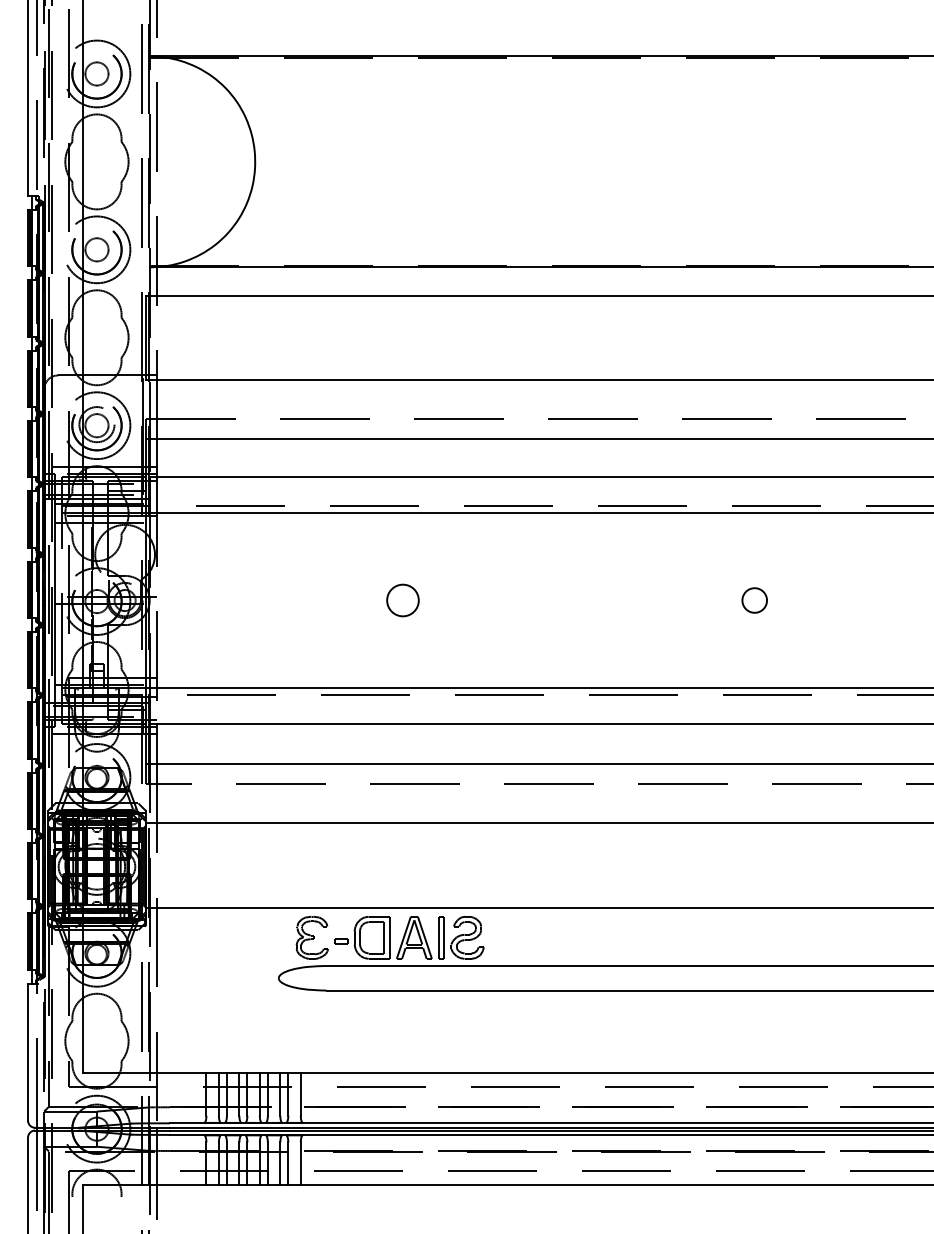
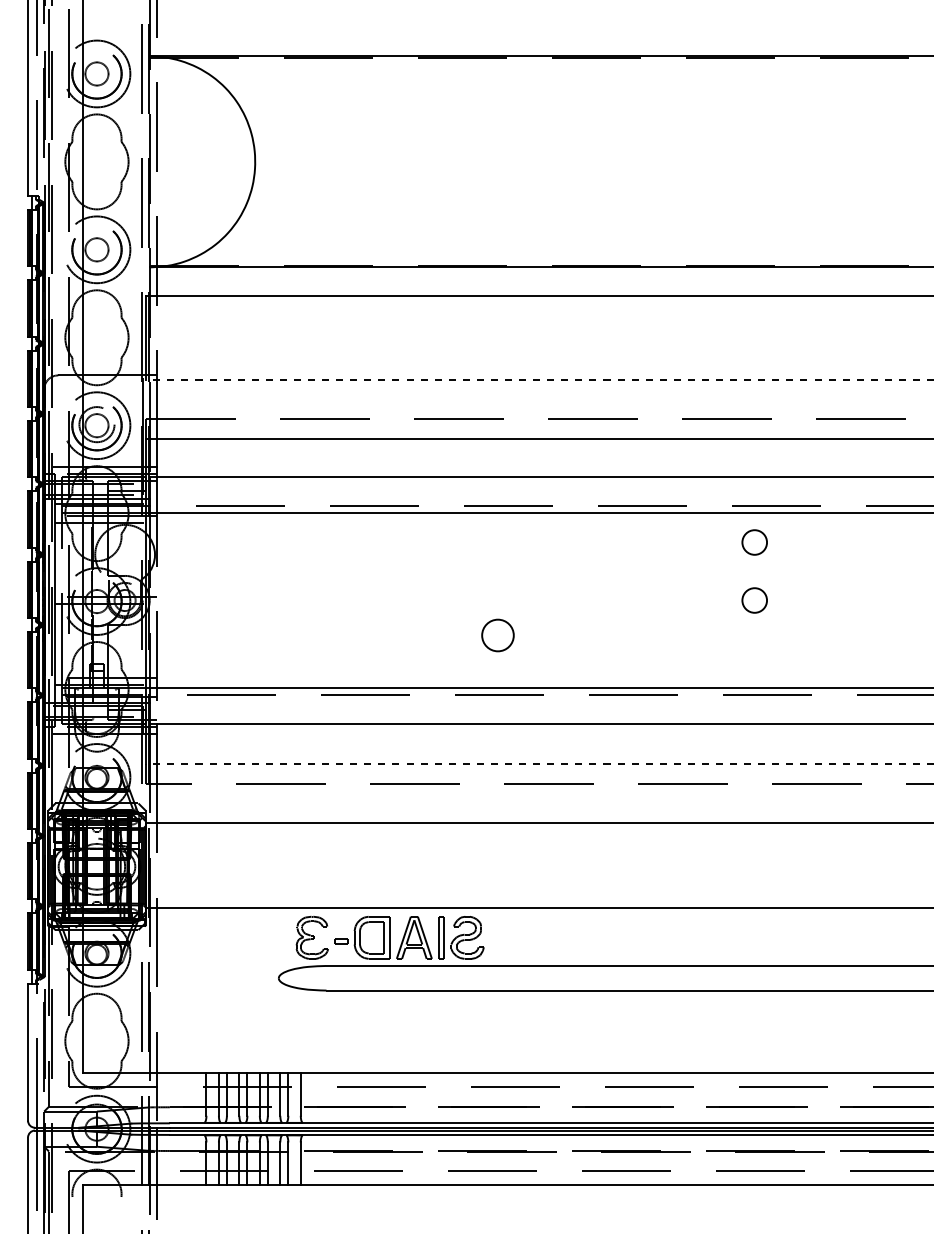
line at (540, 379): solid -> dashed
circle at (754, 542): none -> present
circle at (402, 600) position: (402, 600) -> (497, 635)
line at (540, 764): solid -> dashed
